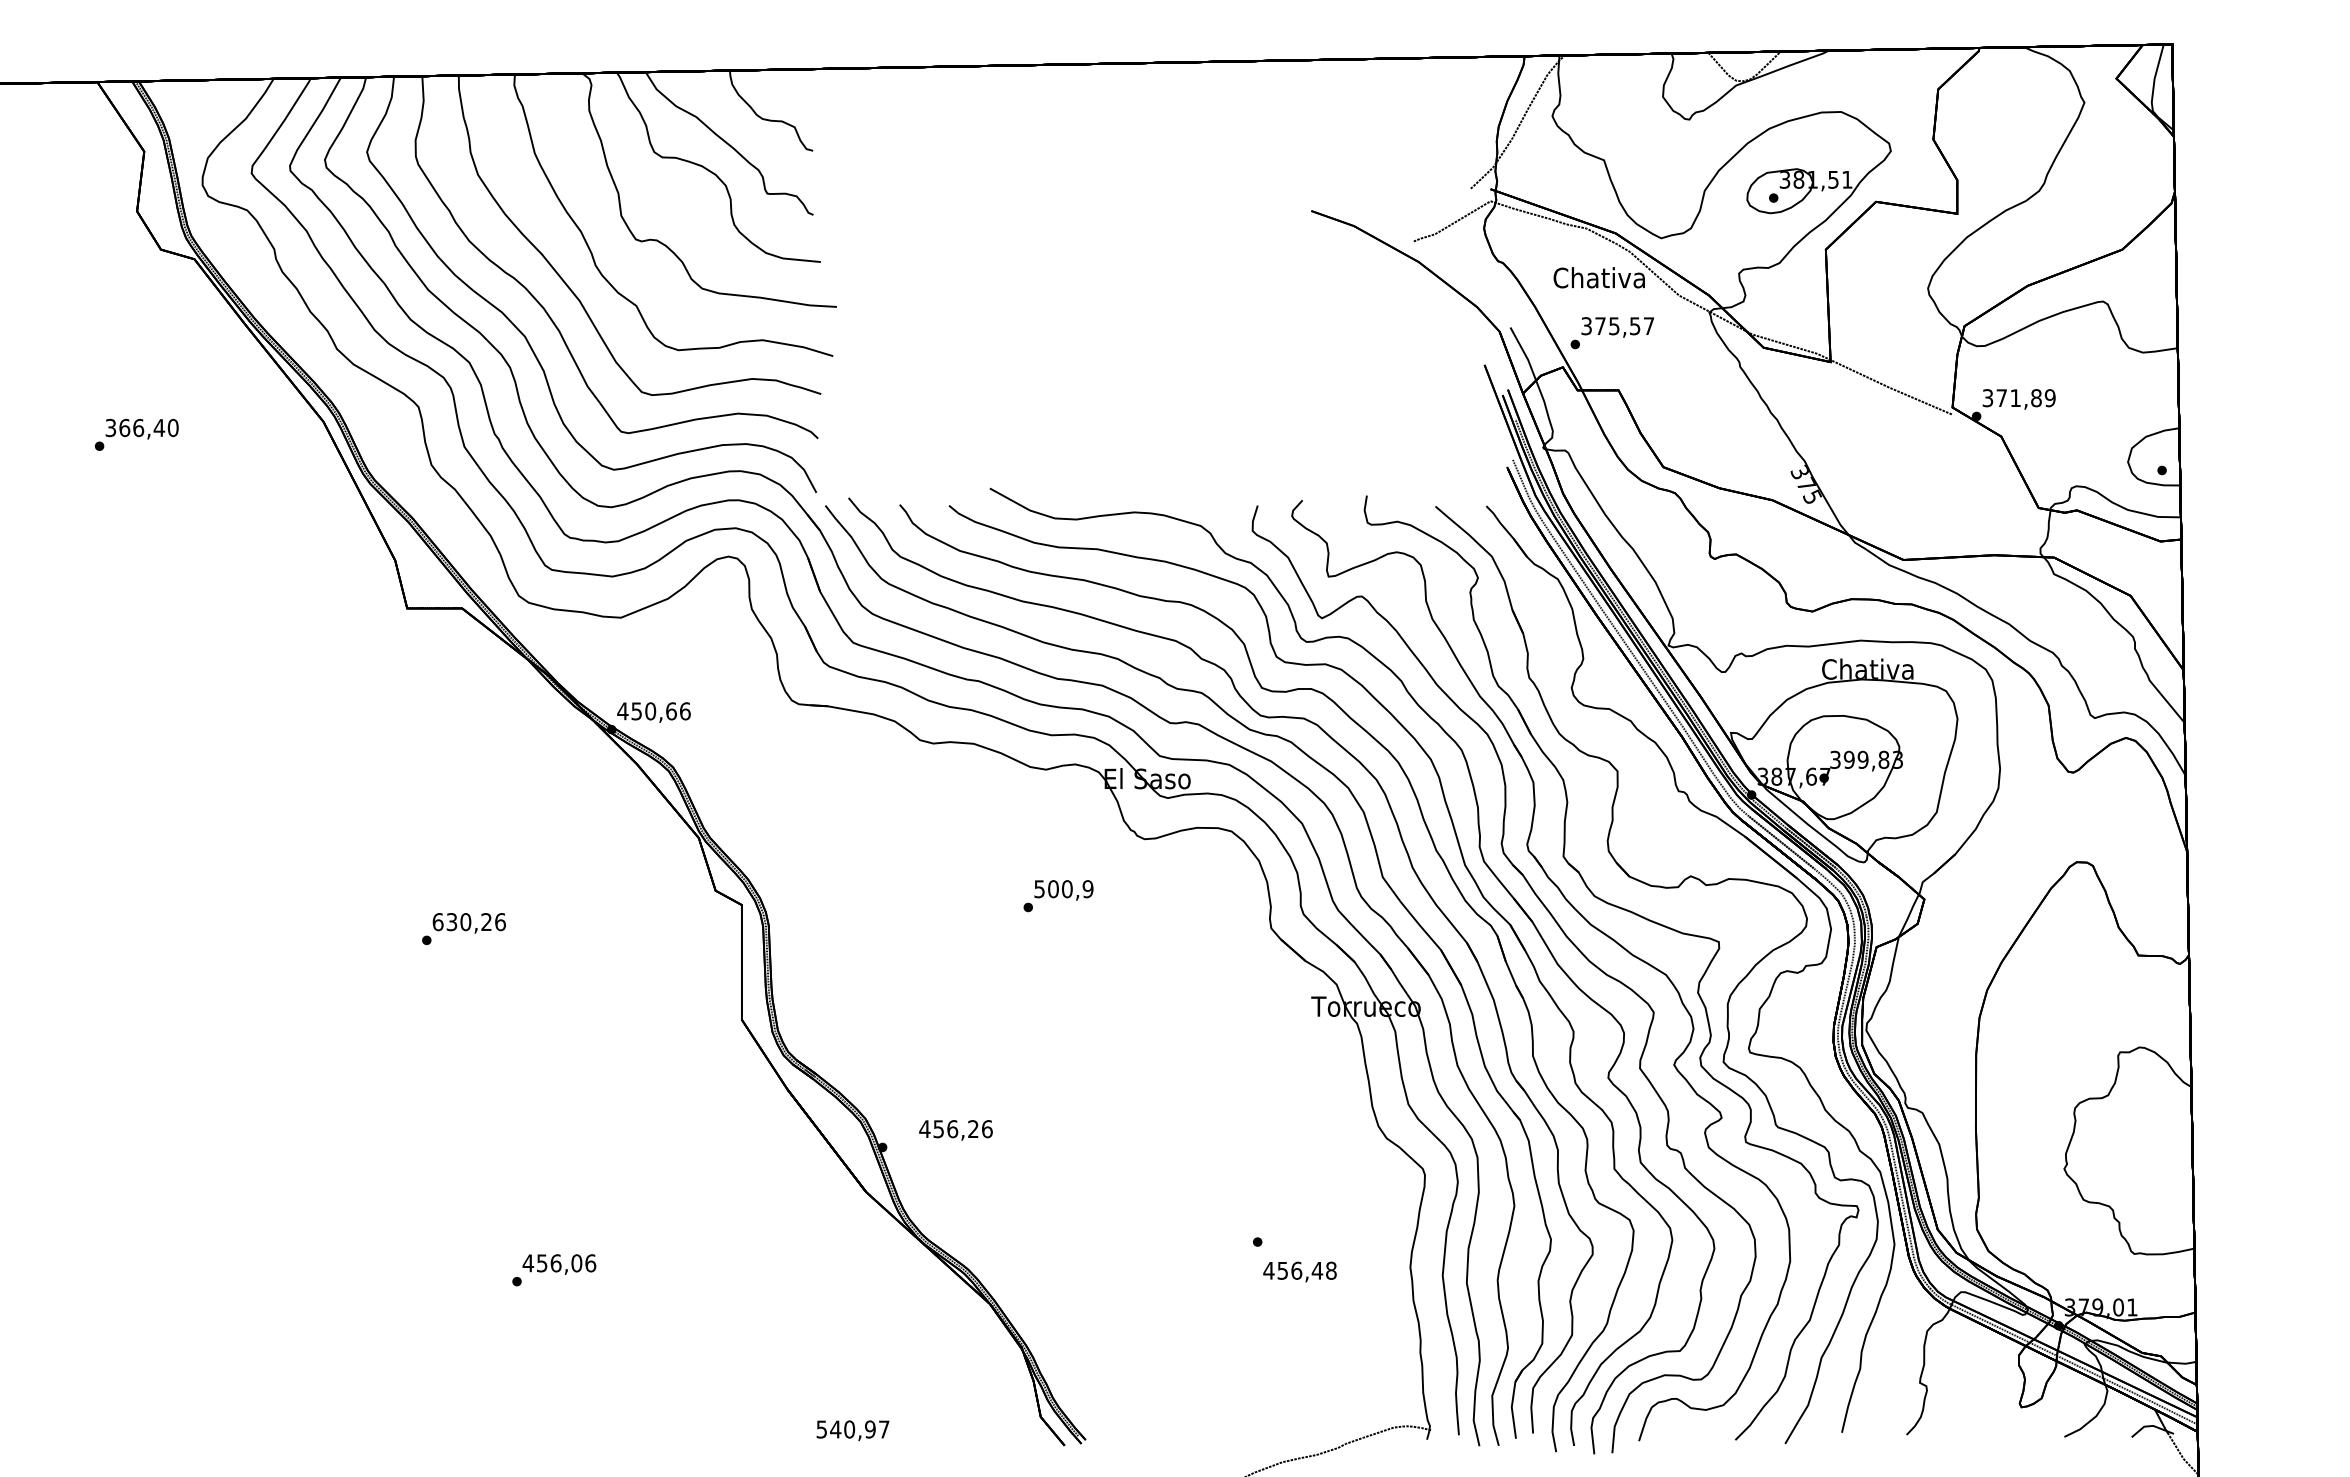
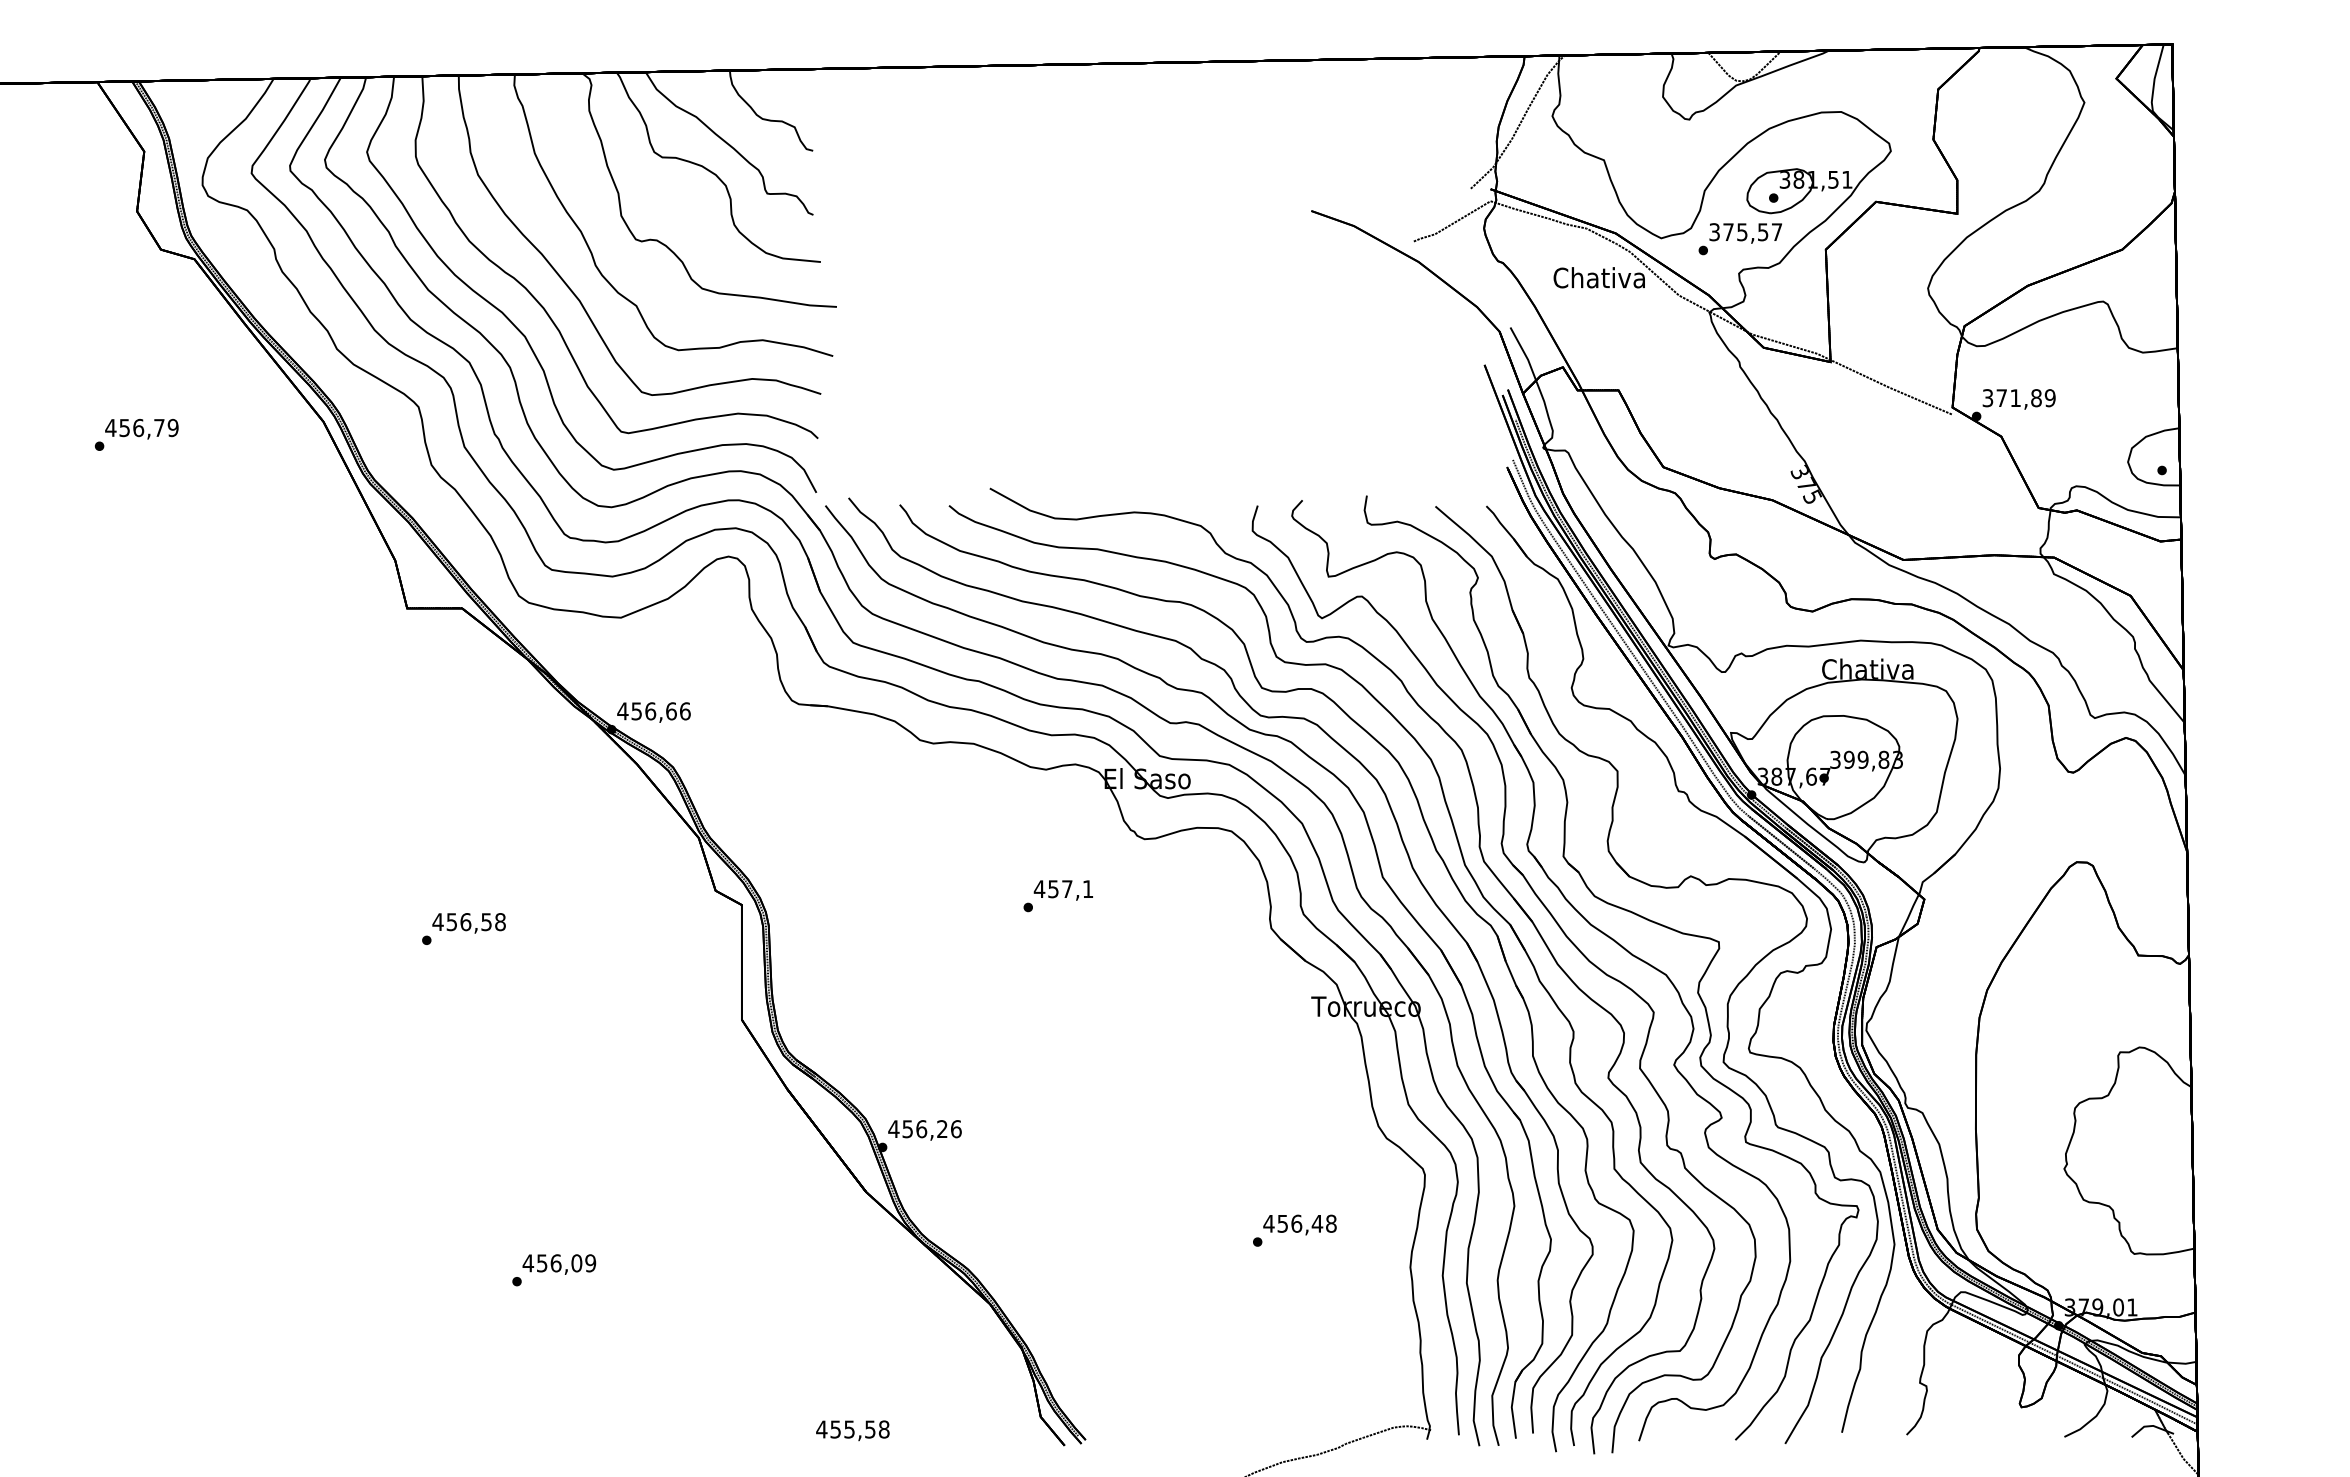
text at (1611, 333) position: (1611, 333) -> (1739, 239)
text at (141, 427): 366,40 -> 456,79
text at (650, 711): 450,66 -> 456,66
text at (1063, 889): 500,9 -> 457,1
text at (468, 922): 630,26 -> 456,58
text at (955, 1130) position: (955, 1130) -> (924, 1130)
text at (590, 1263): 456,06 -> 456,09
text at (1299, 1271) position: (1299, 1271) -> (1299, 1224)
text at (852, 1429): 540,97 -> 455,58
